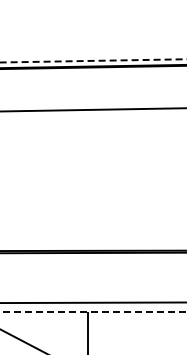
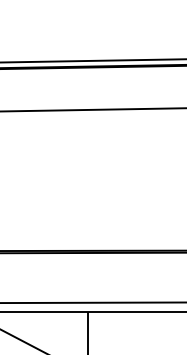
line at (92, 60): dashed -> solid
line at (93, 312): dashed -> solid
